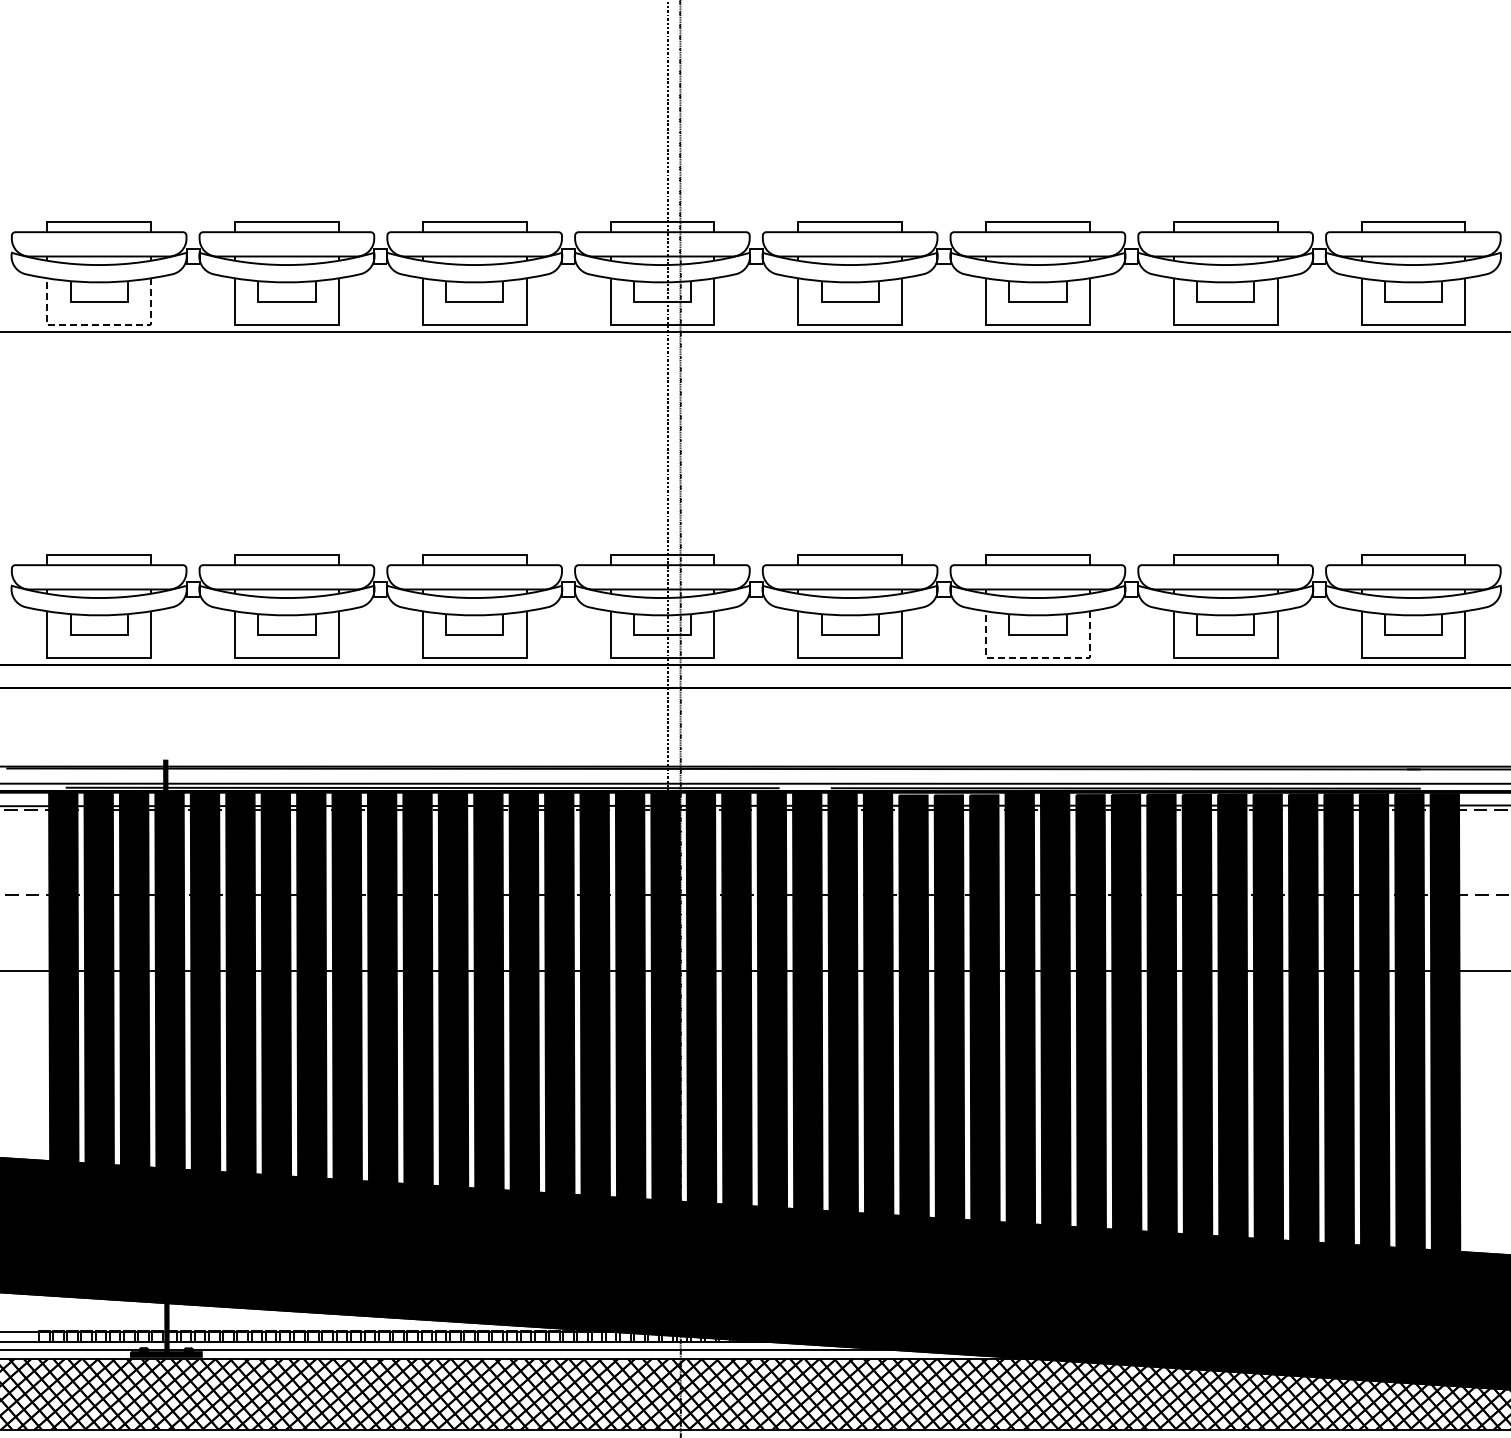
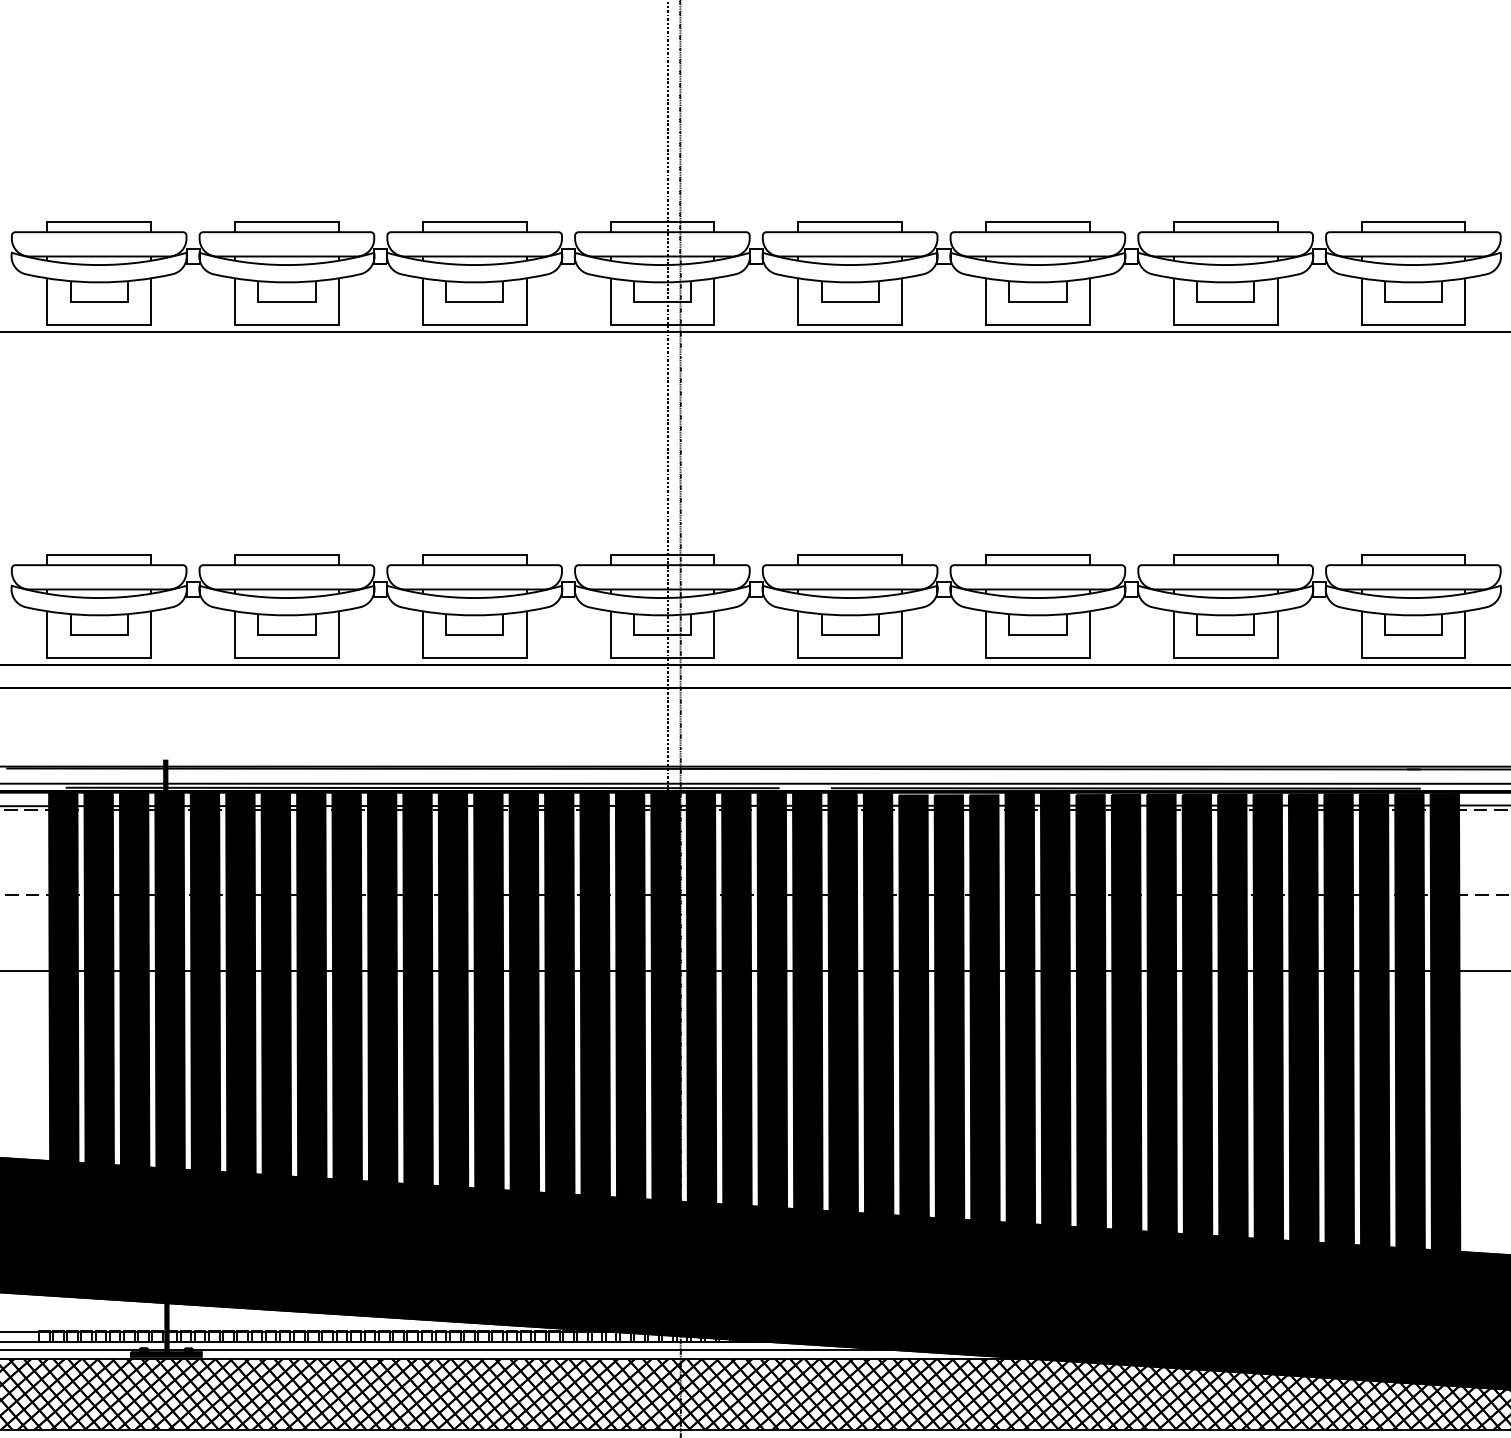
line at (99, 325): dashed -> solid
line at (1037, 658): dashed -> solid
